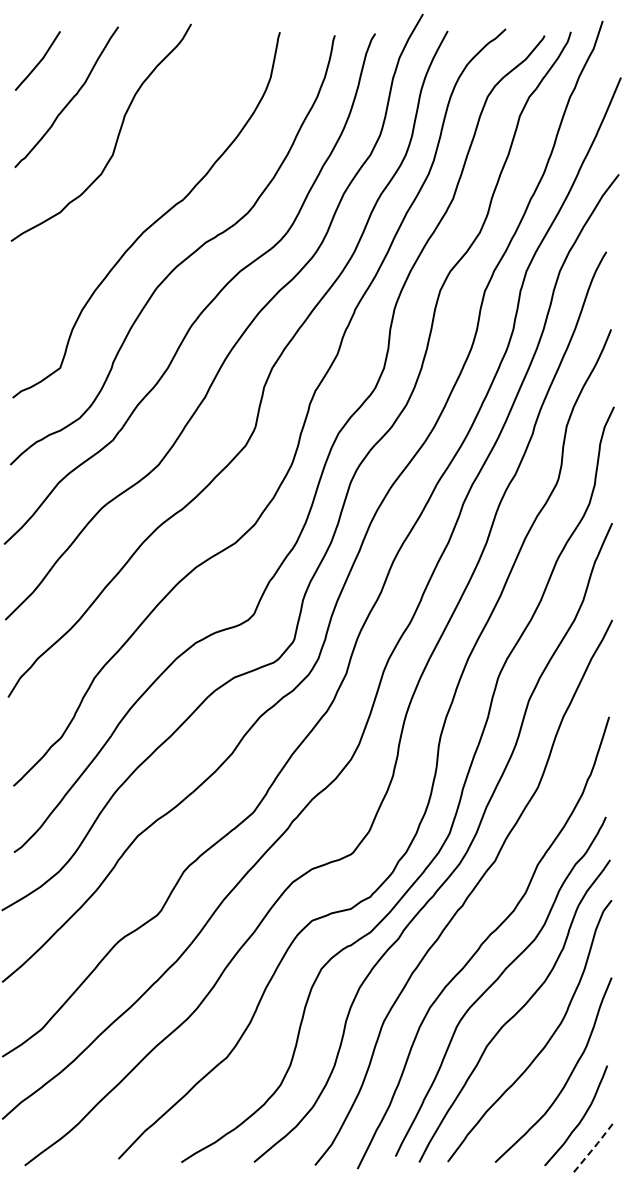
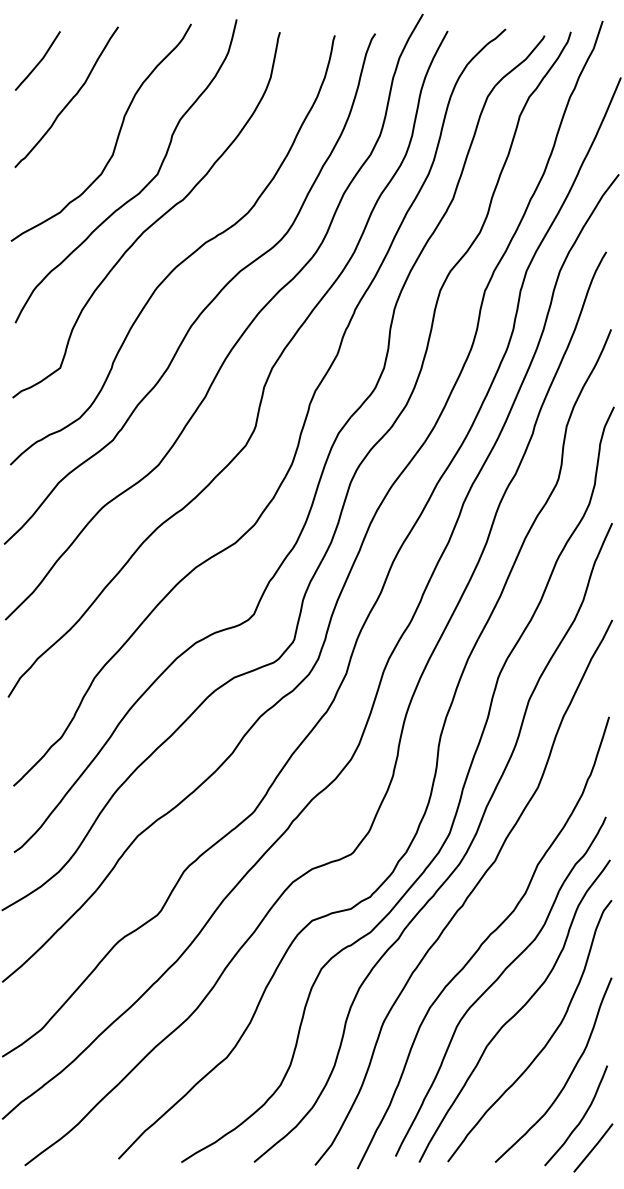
curve at (142, 188): none -> present
line at (594, 1147): dashed -> solid
